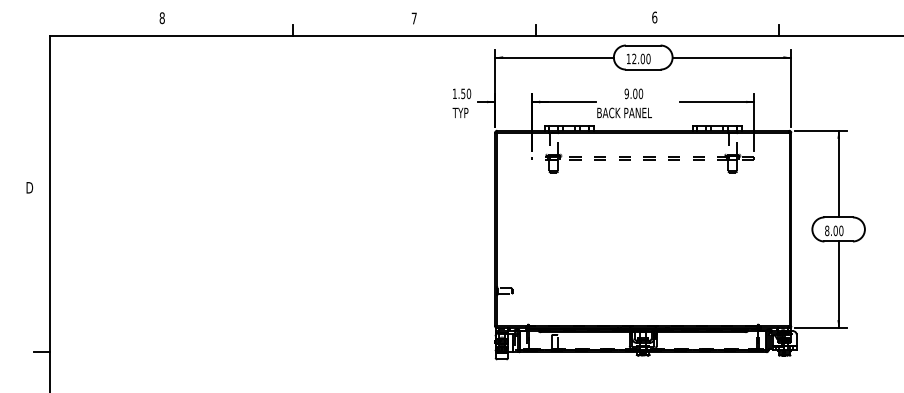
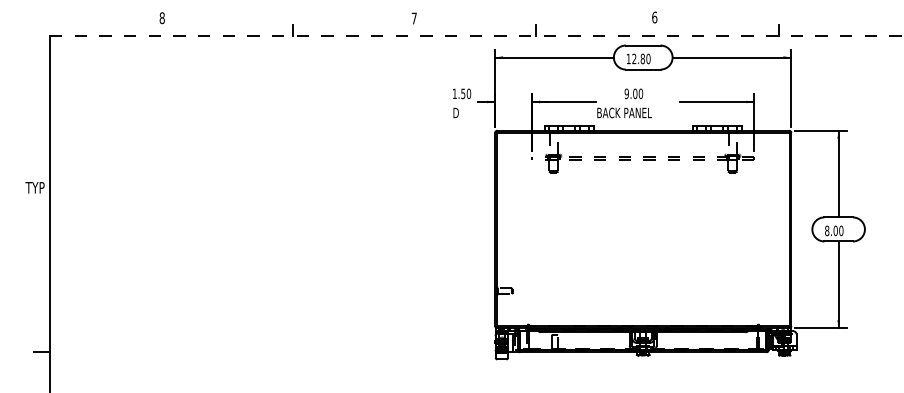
line at (476, 35): solid -> dashed
text at (642, 58): 12.00 -> 12.80
text at (460, 112): TYP -> D
text at (34, 187): D -> TYP
